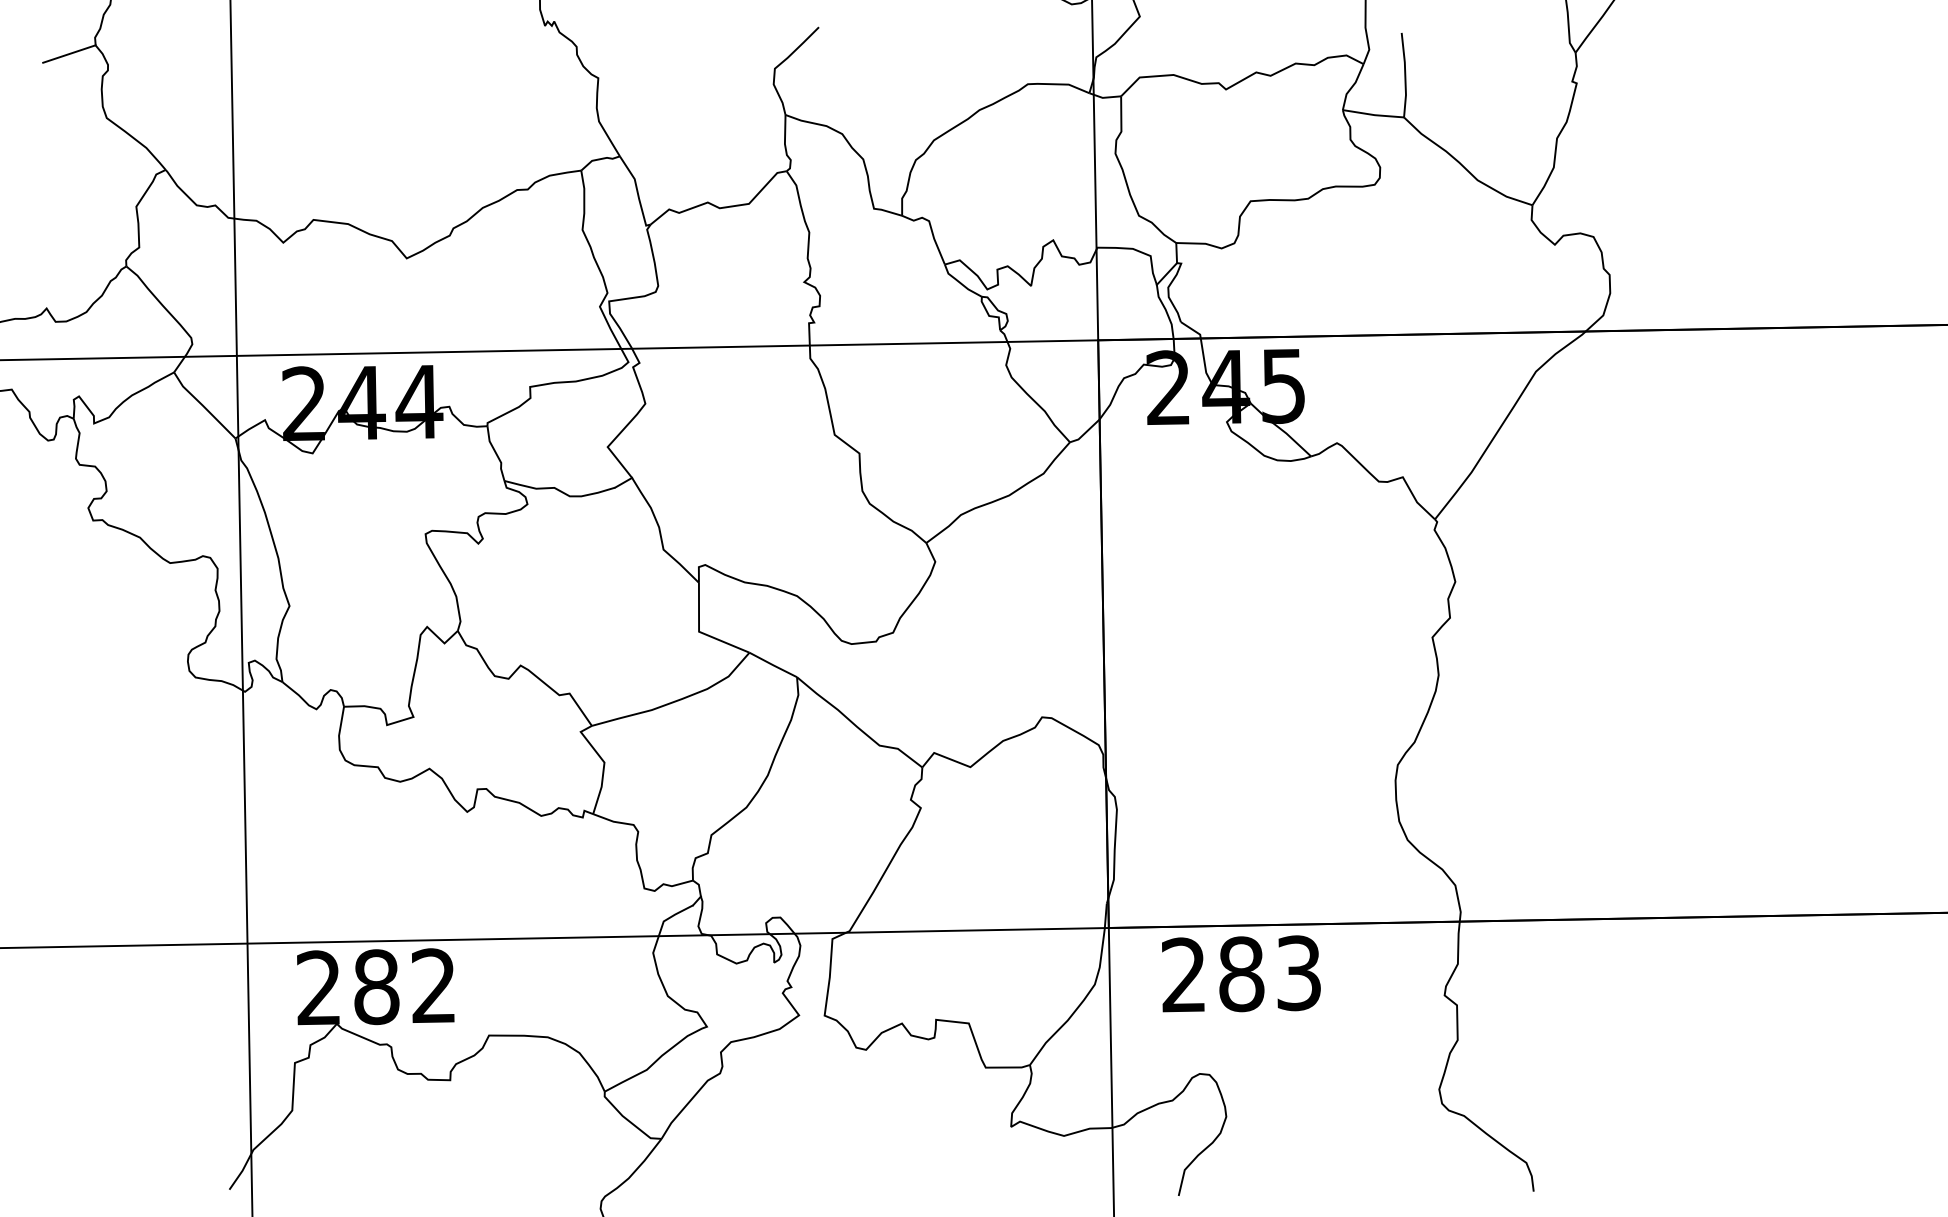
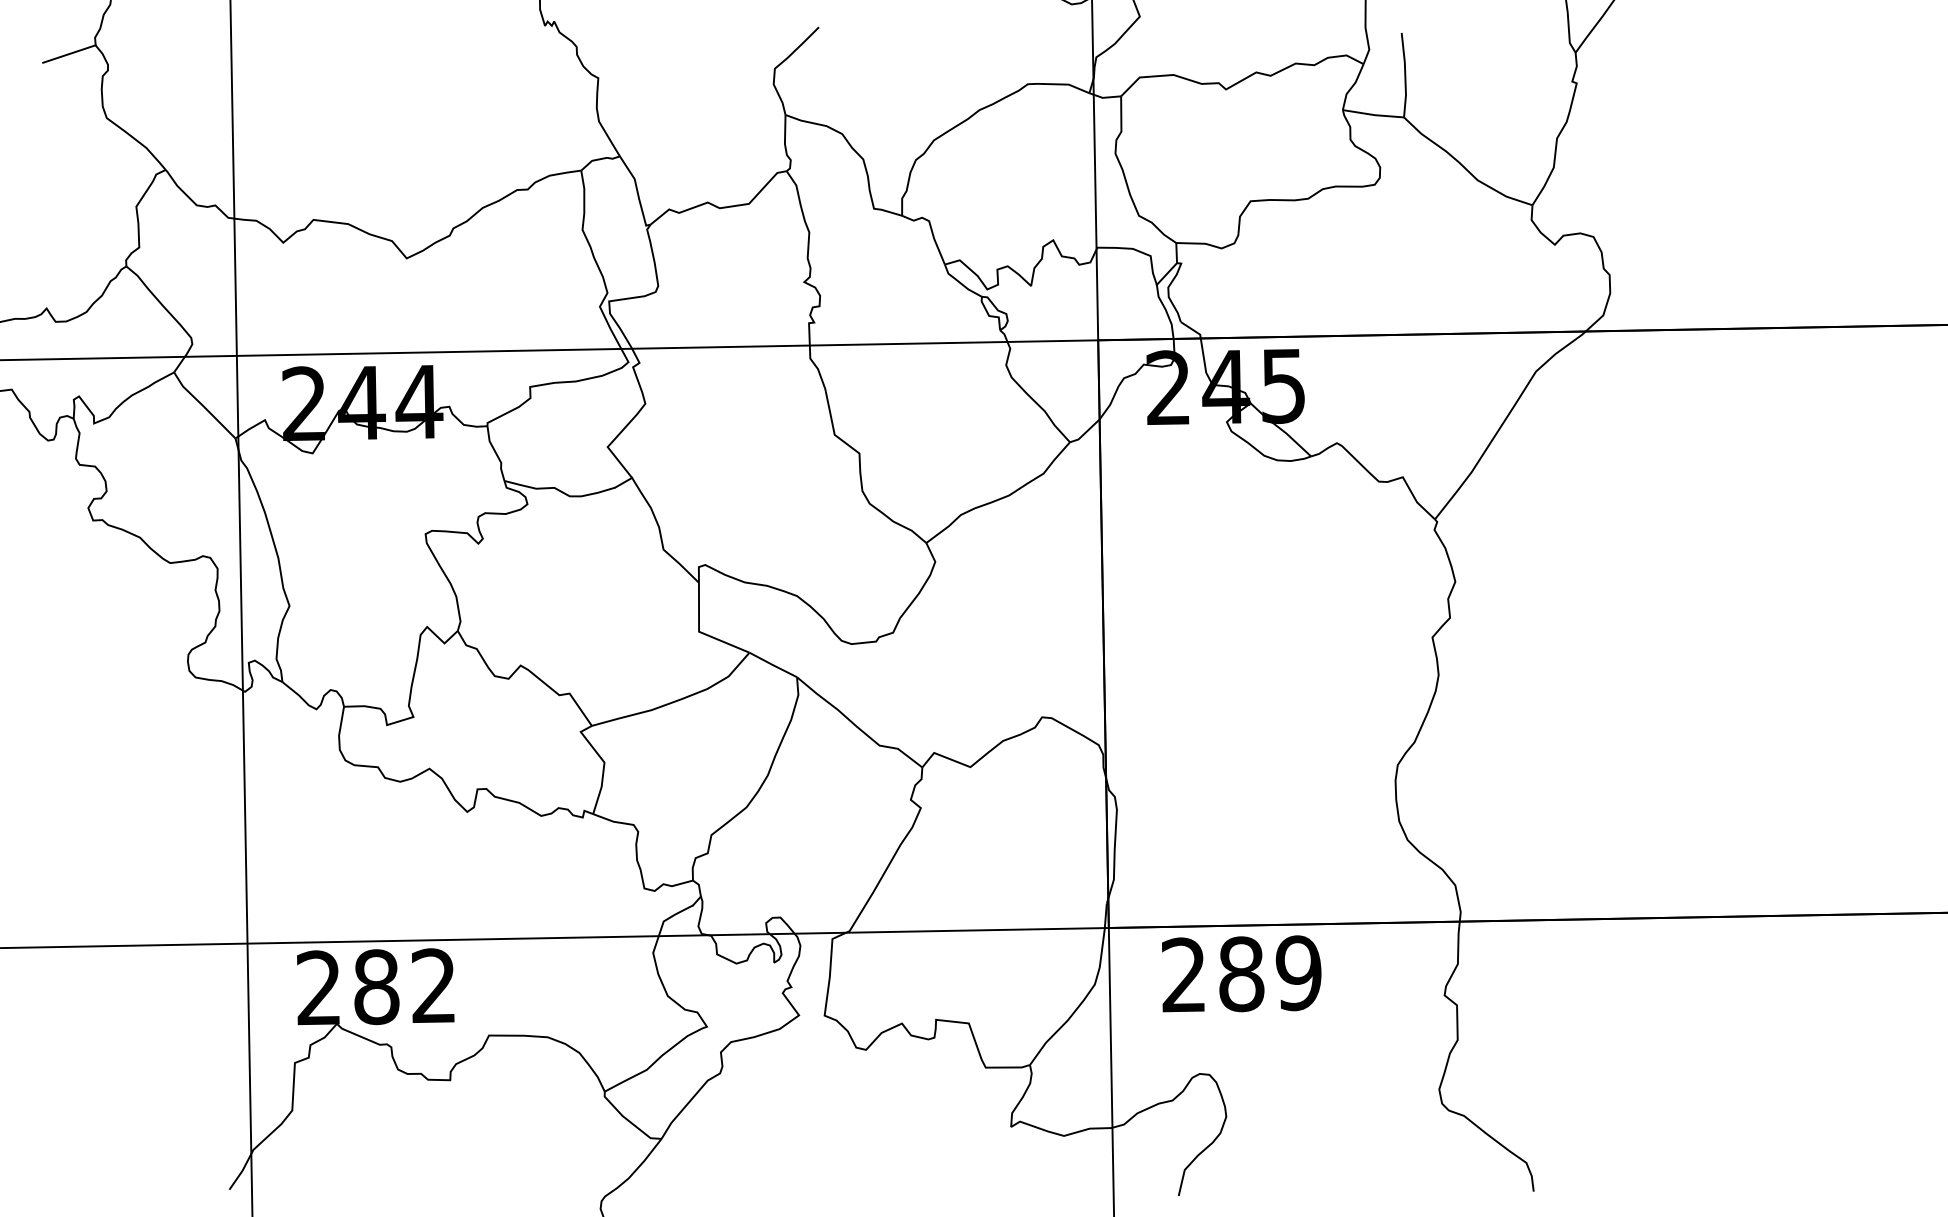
text at (1298, 973): 283 -> 289
